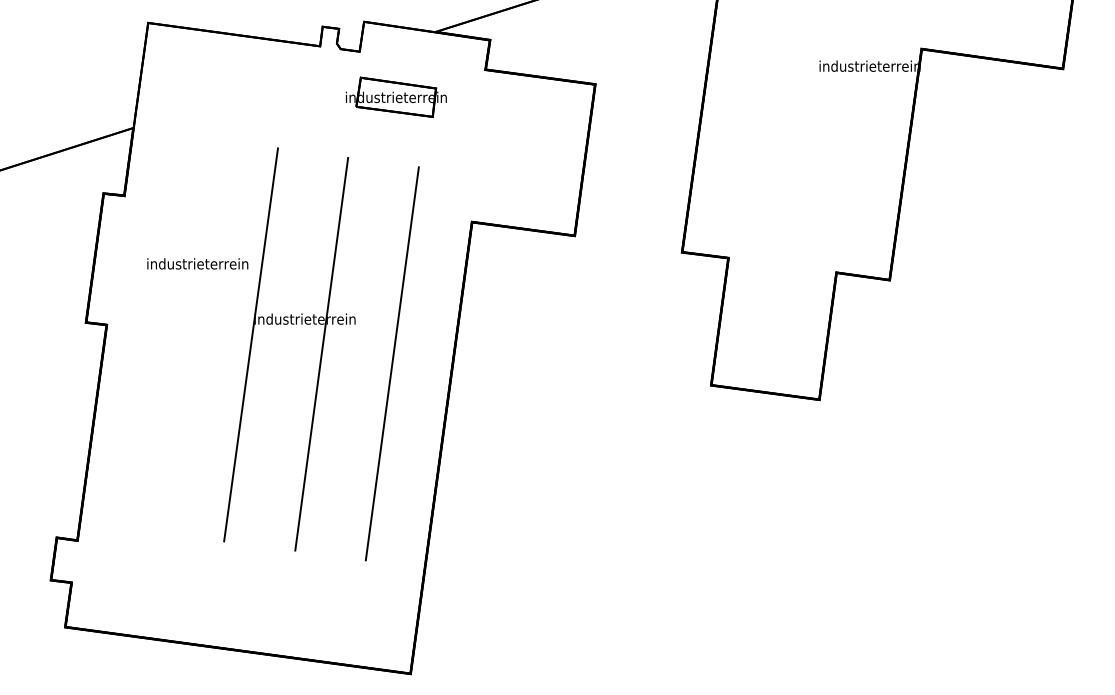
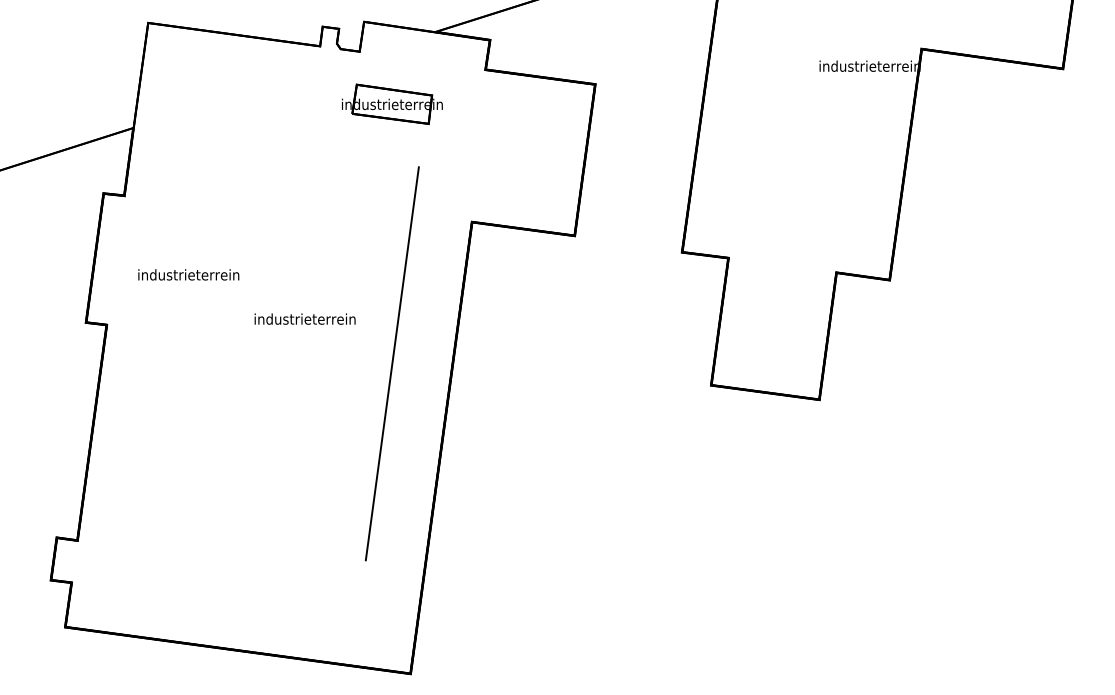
part at (396, 96) position: (396, 96) -> (392, 103)
text at (197, 263) position: (197, 263) -> (188, 274)
line at (250, 344): present -> none
line at (321, 353): present -> none
